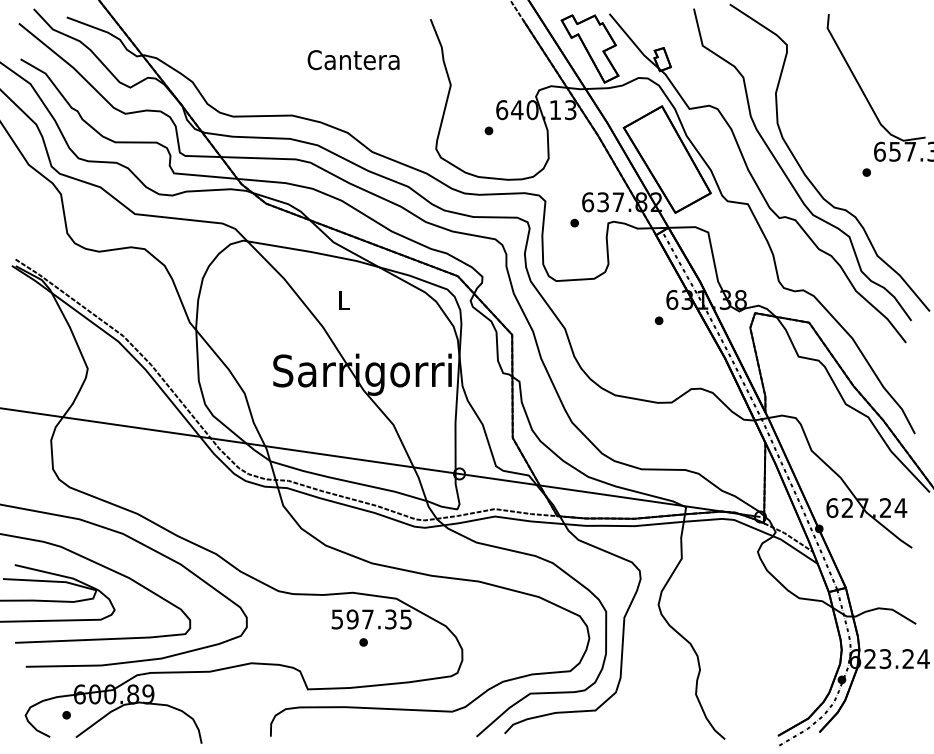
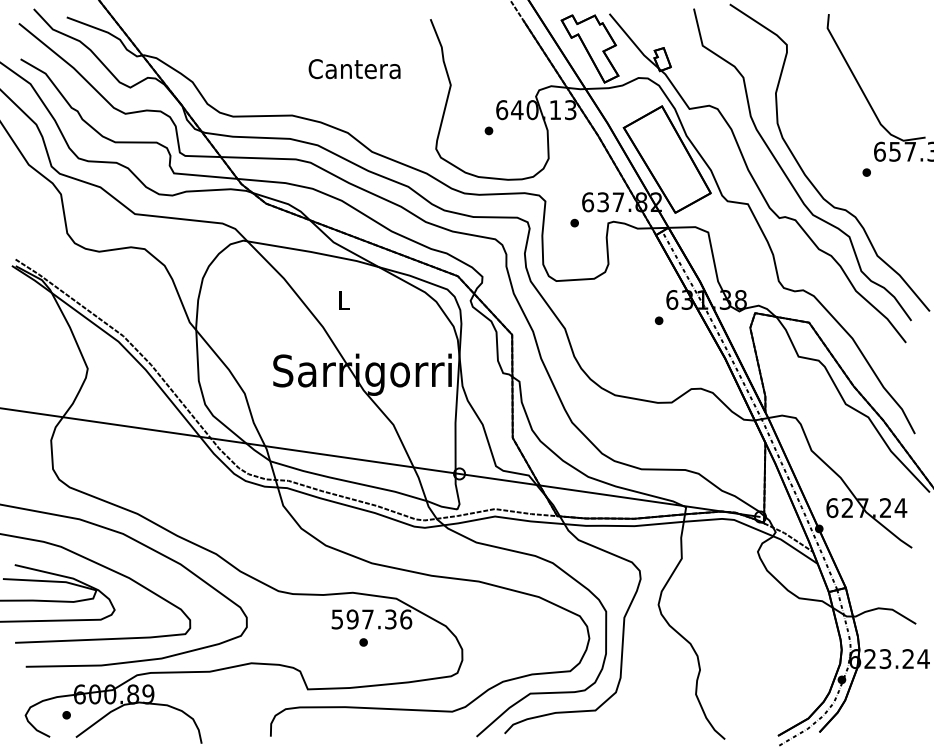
text at (353, 60) position: (353, 60) -> (354, 69)
text at (406, 619): 597.35 -> 597.36
